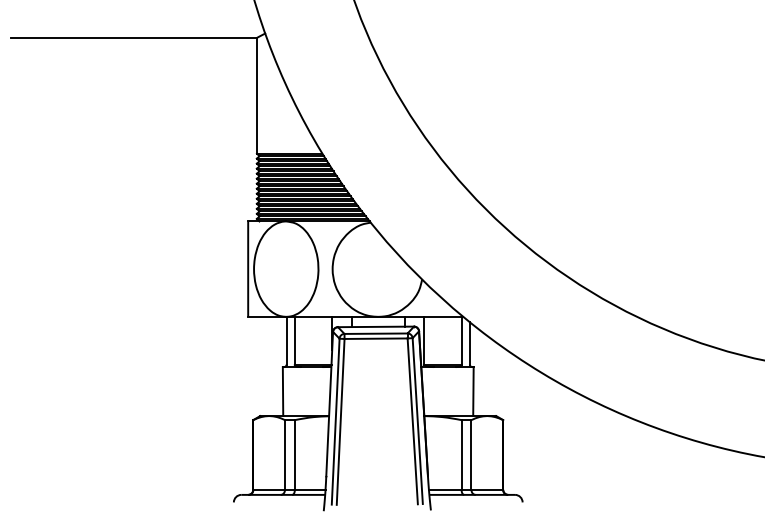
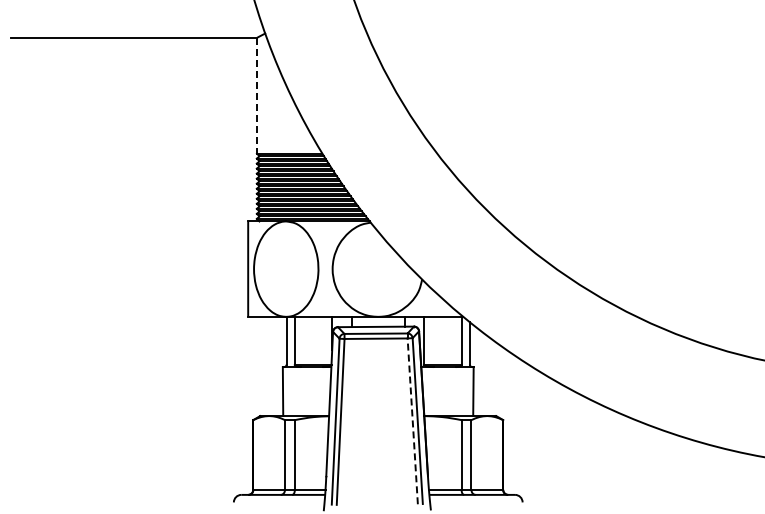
line at (256, 96): solid -> dashed
line at (412, 420): solid -> dashed
